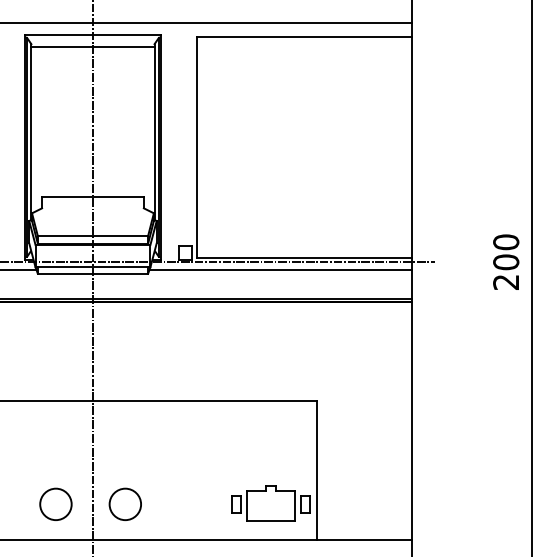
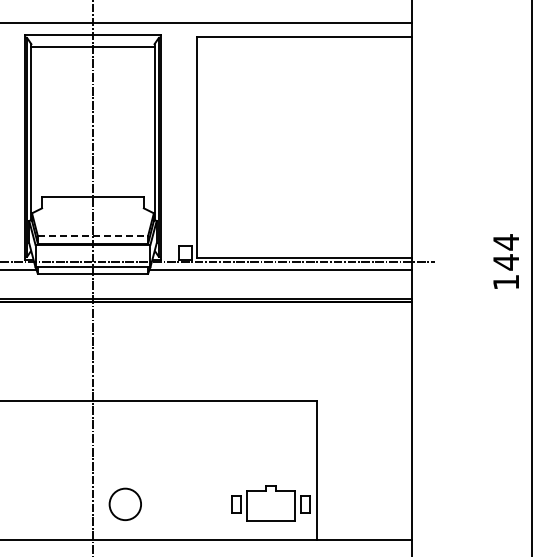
line at (93, 236): solid -> dashed
text at (506, 261): 200 -> 144
circle at (55, 503): present -> none
